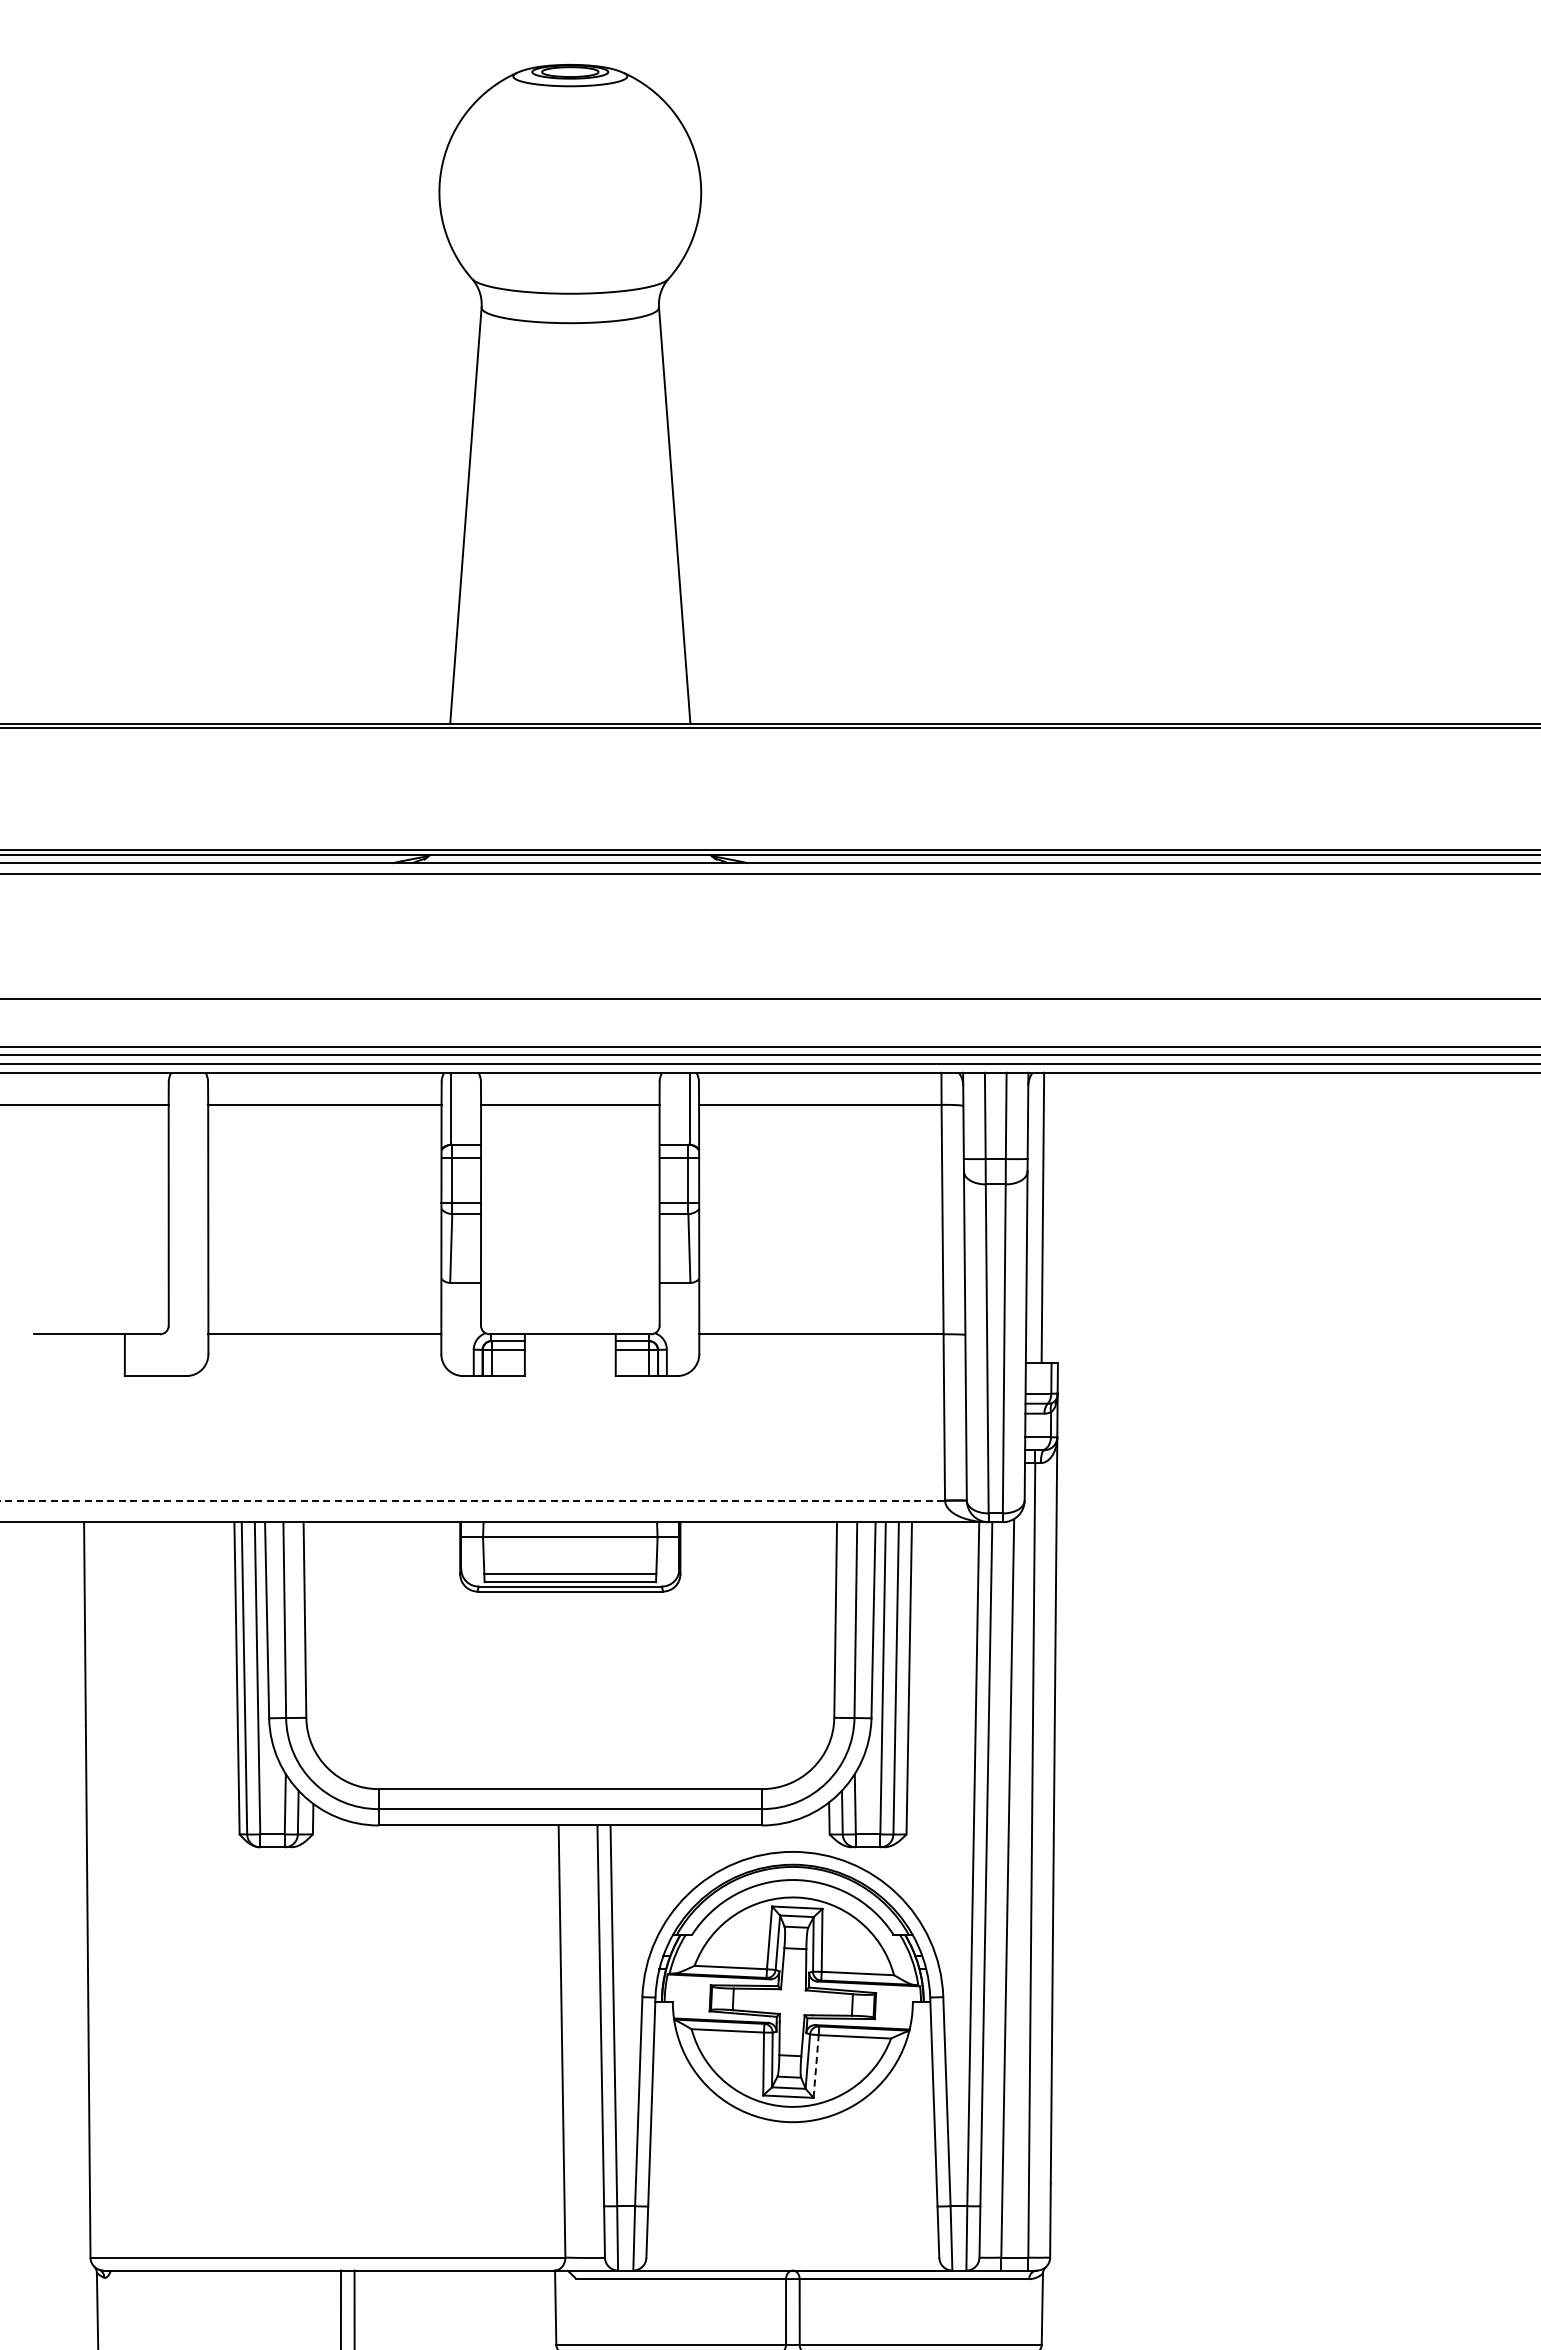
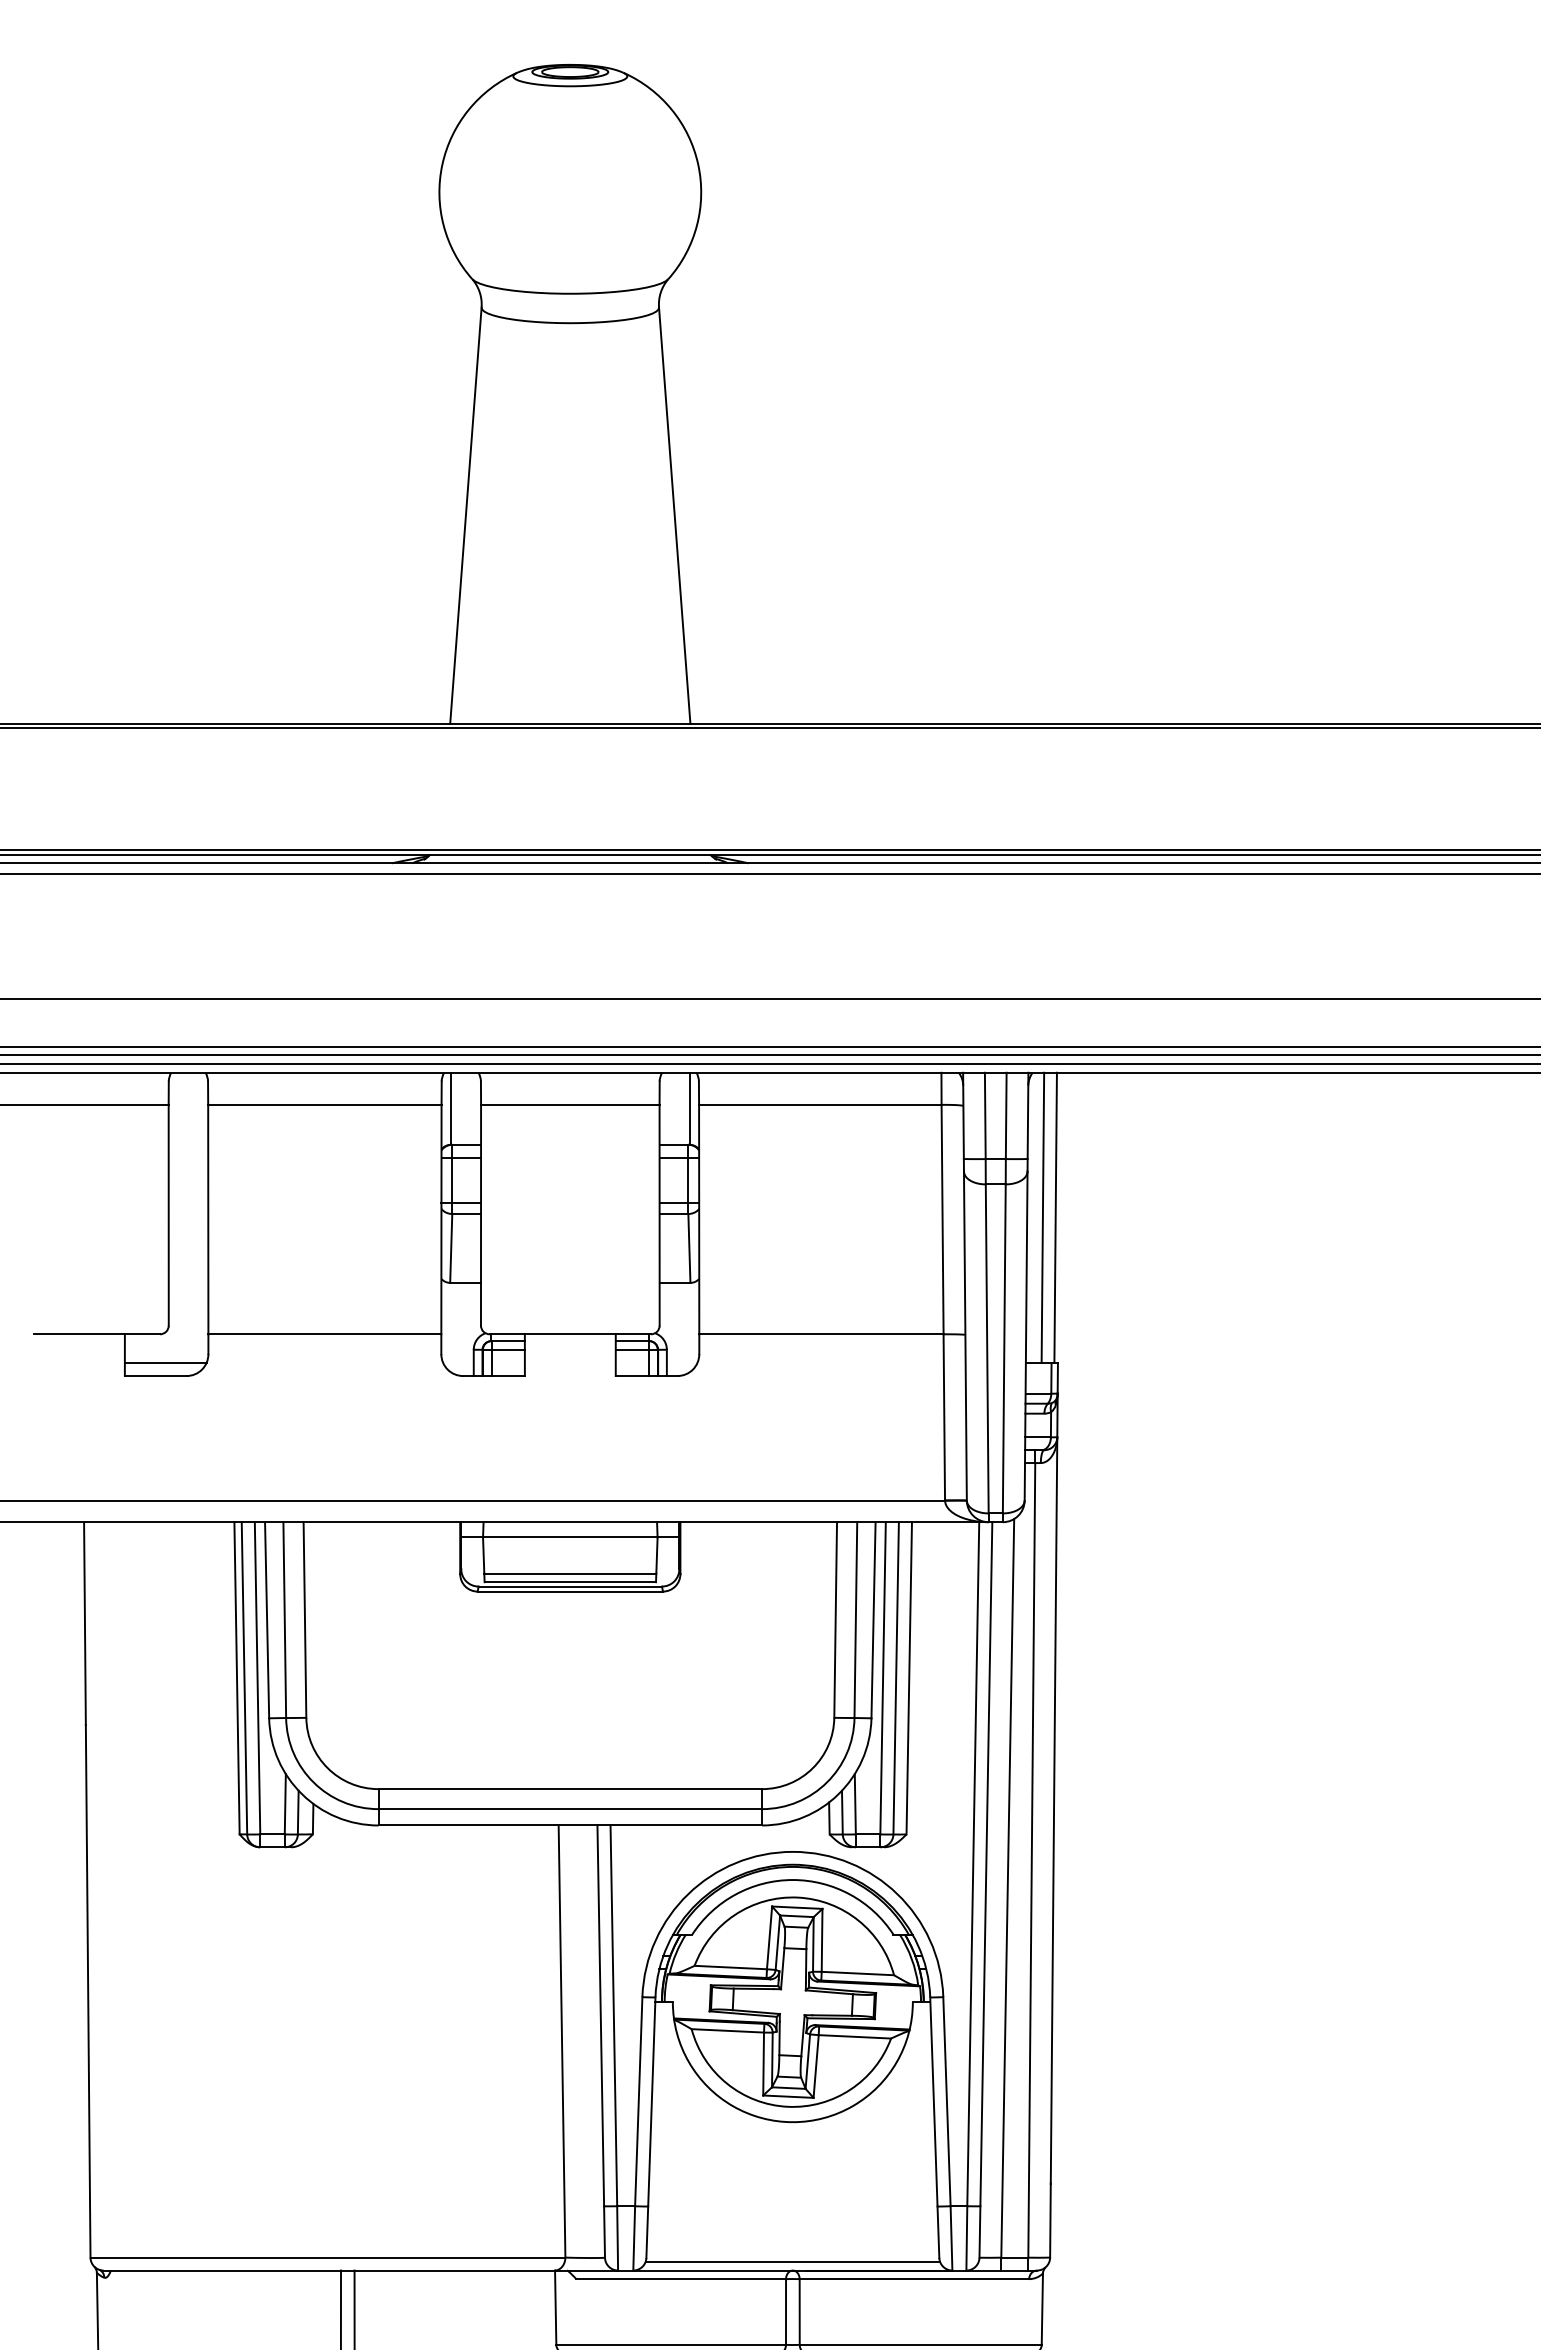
line at (1055, 1217): none -> present
line at (165, 1362): none -> present
line at (473, 1500): dashed -> solid
line at (816, 2066): dashed -> solid
line at (792, 2262): none -> present
